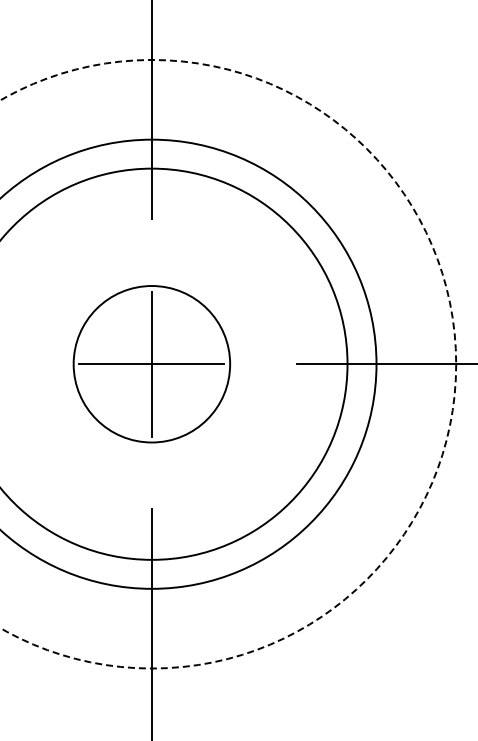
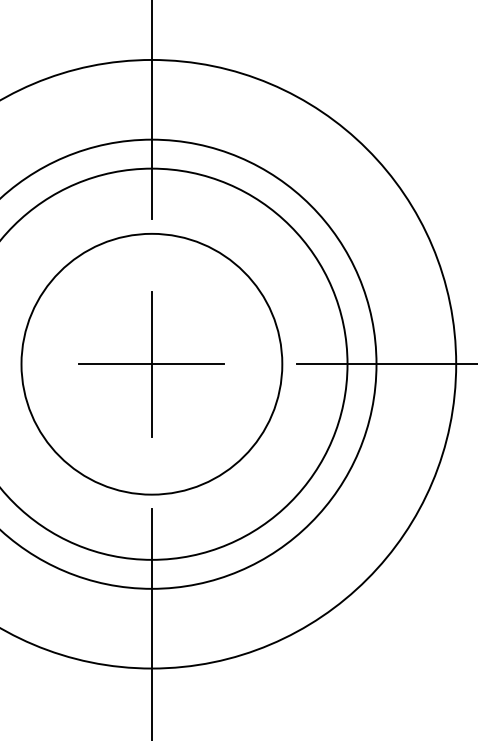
circle at (228, 363): dashed -> solid
circle at (151, 364) diameter: 156 px -> 261 px
